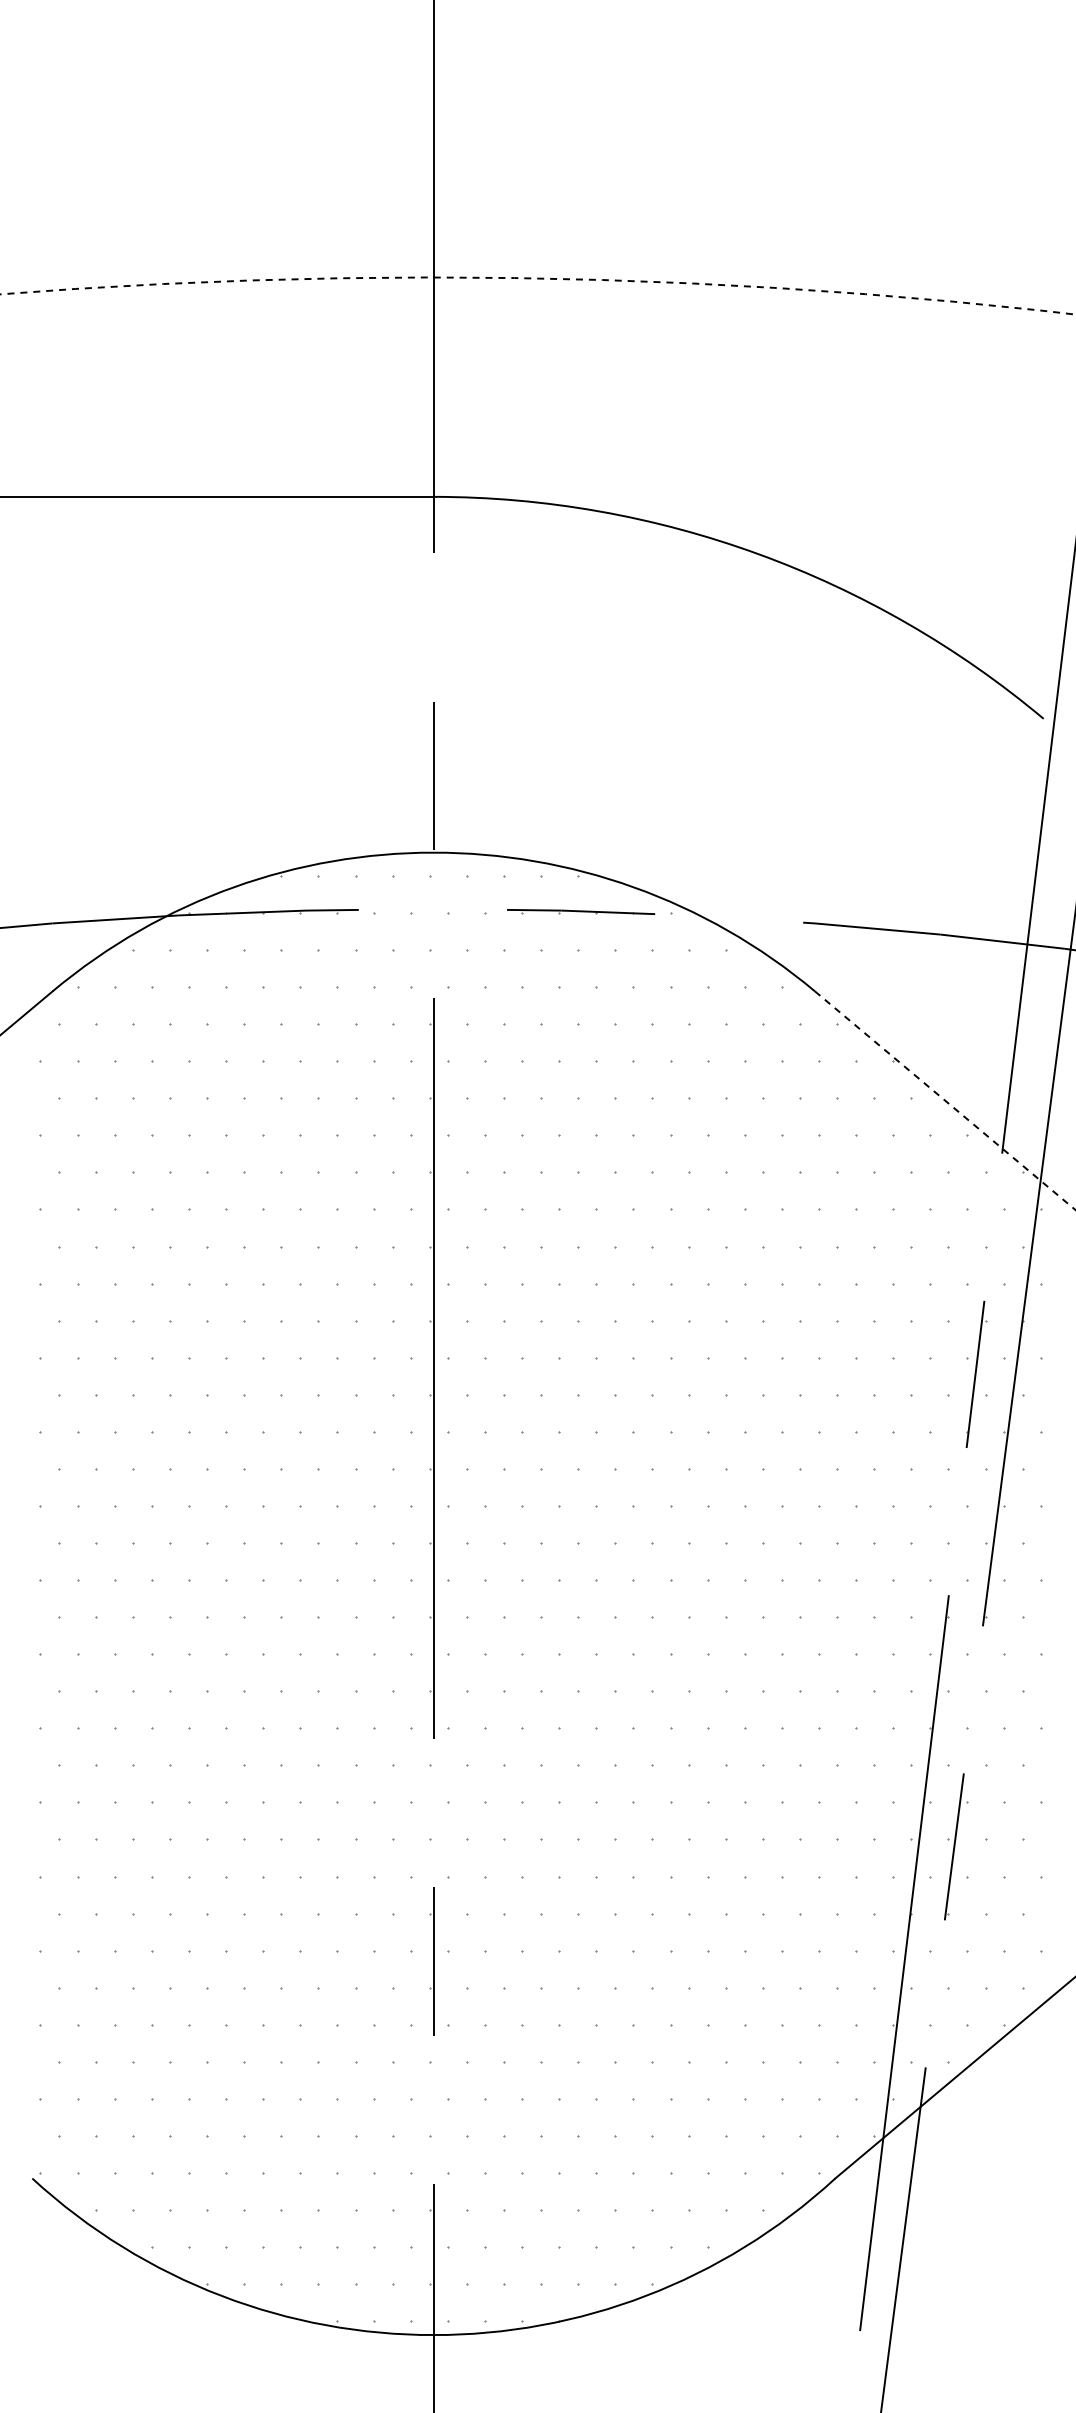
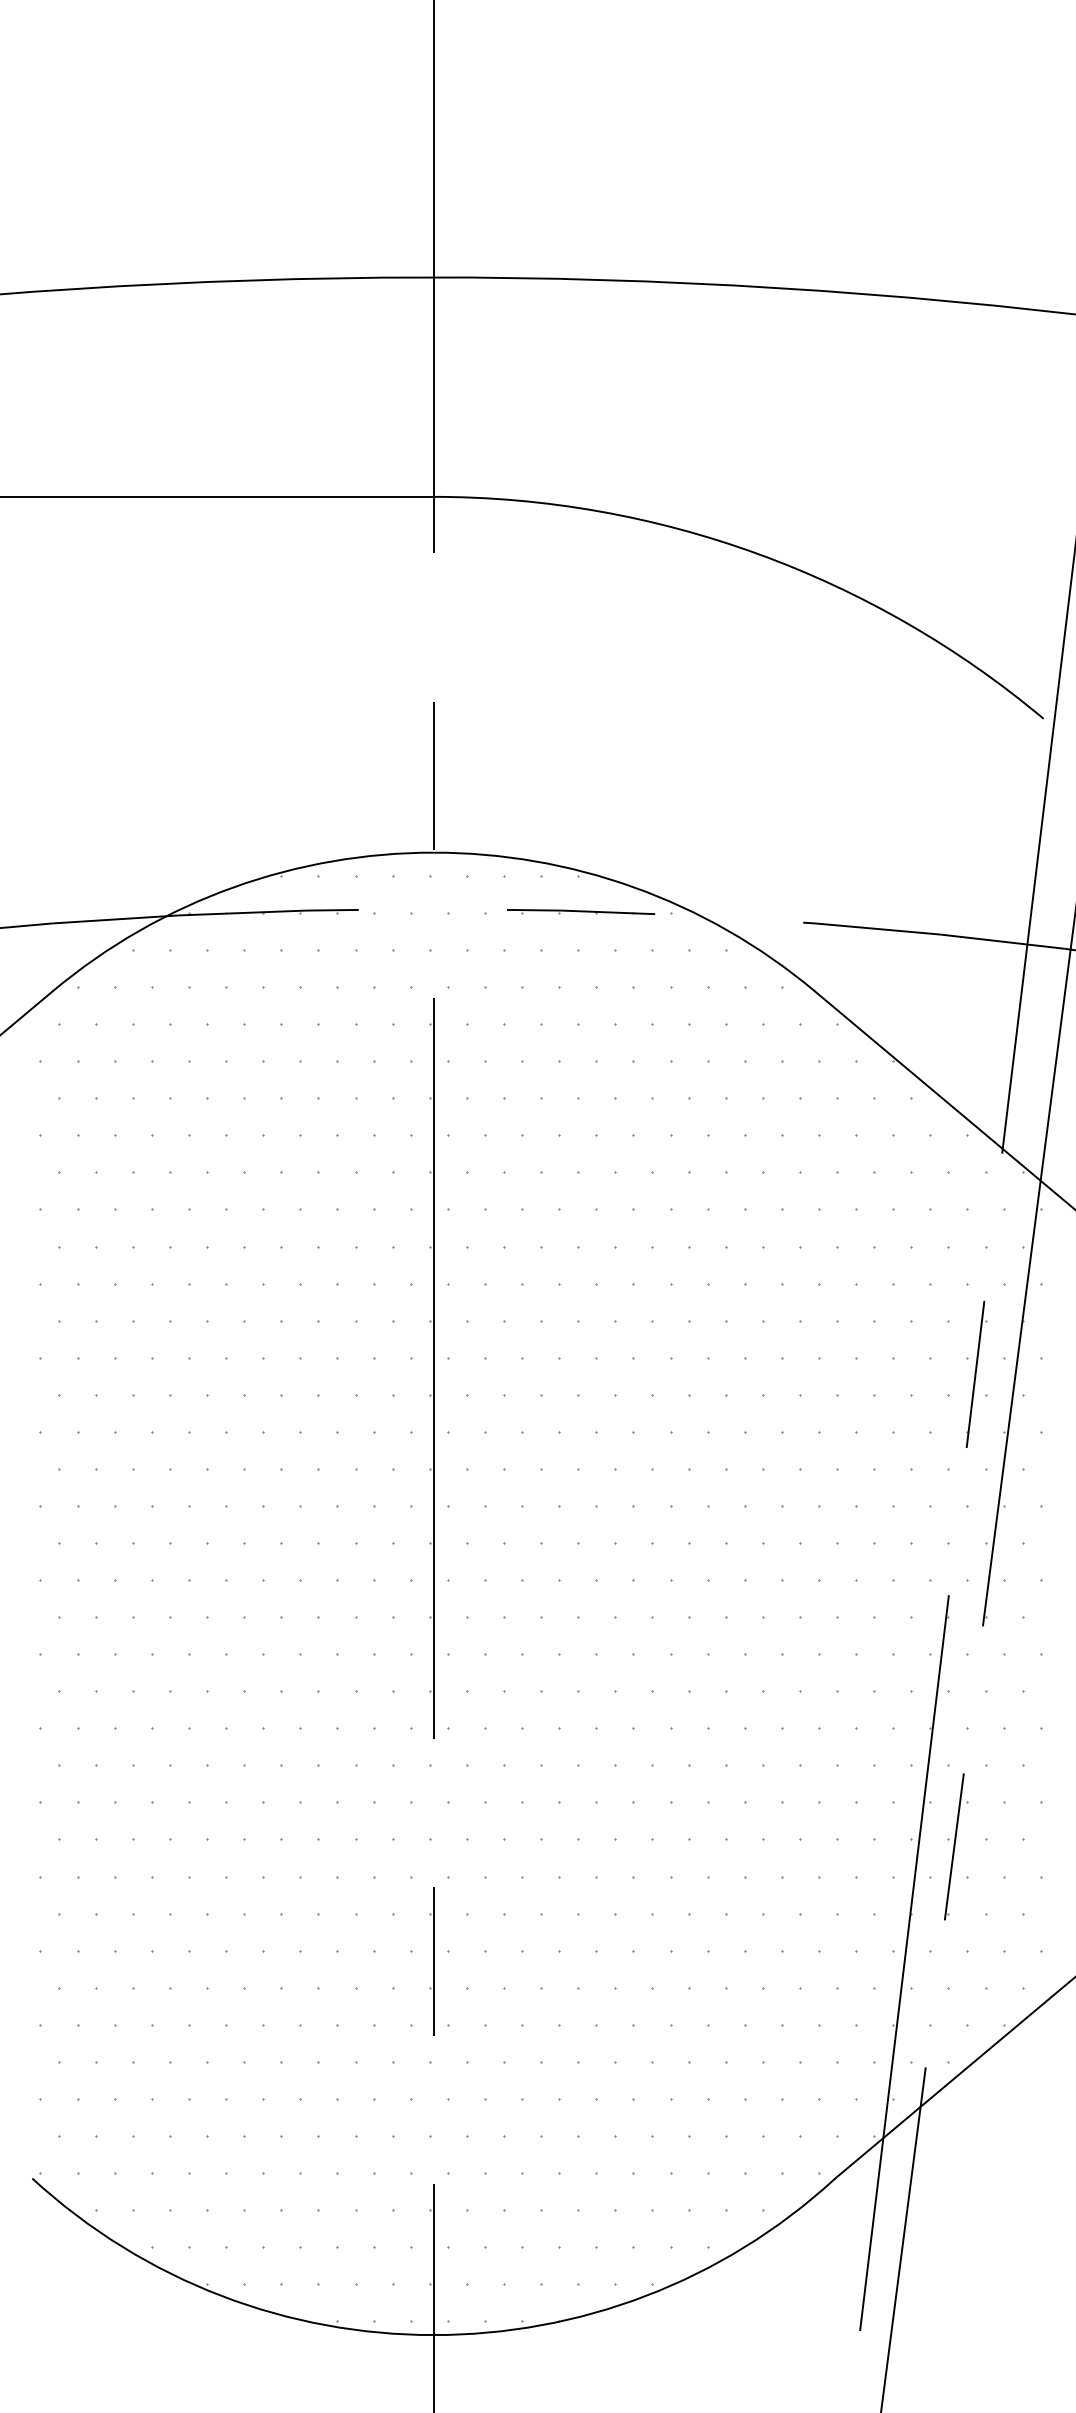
arc at (537, 278): dashed -> solid
line at (945, 1100): dashed -> solid
